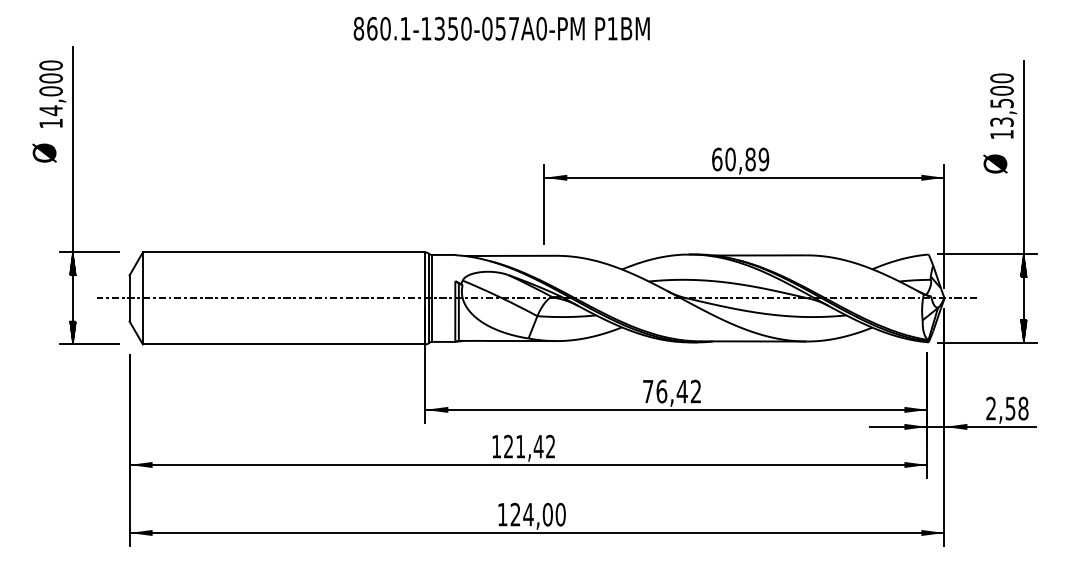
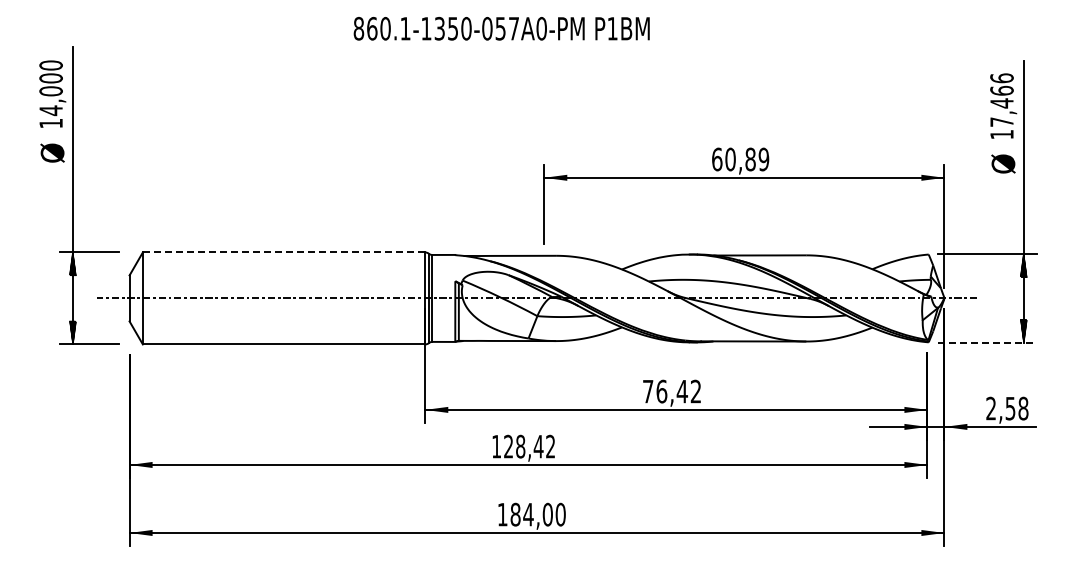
text at (1001, 99): 13,500 -> 17,466
text at (44, 152) position: (44, 152) -> (52, 152)
text at (995, 163) position: (995, 163) -> (1003, 163)
line at (283, 252): solid -> dashed
line at (987, 342): solid -> dashed
text at (520, 446): 121,42 -> 128,42
text at (515, 514): 124,00 -> 184,00
